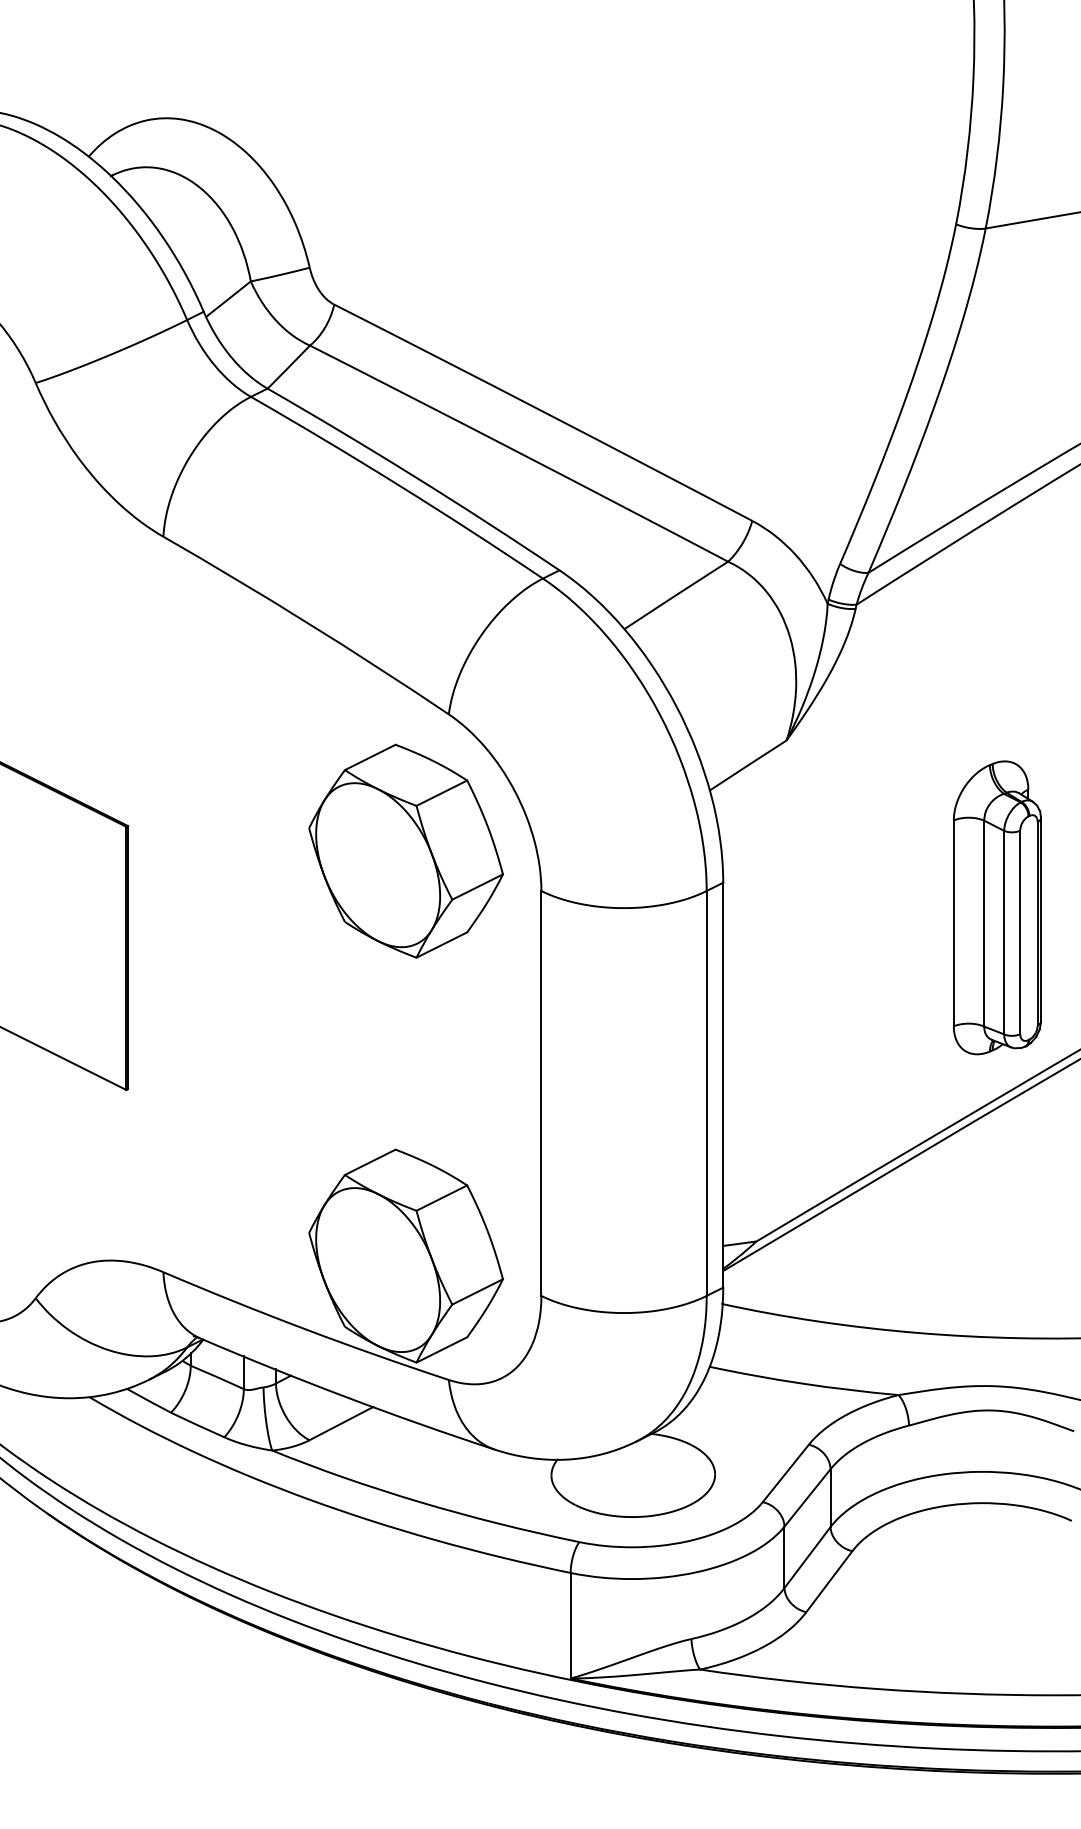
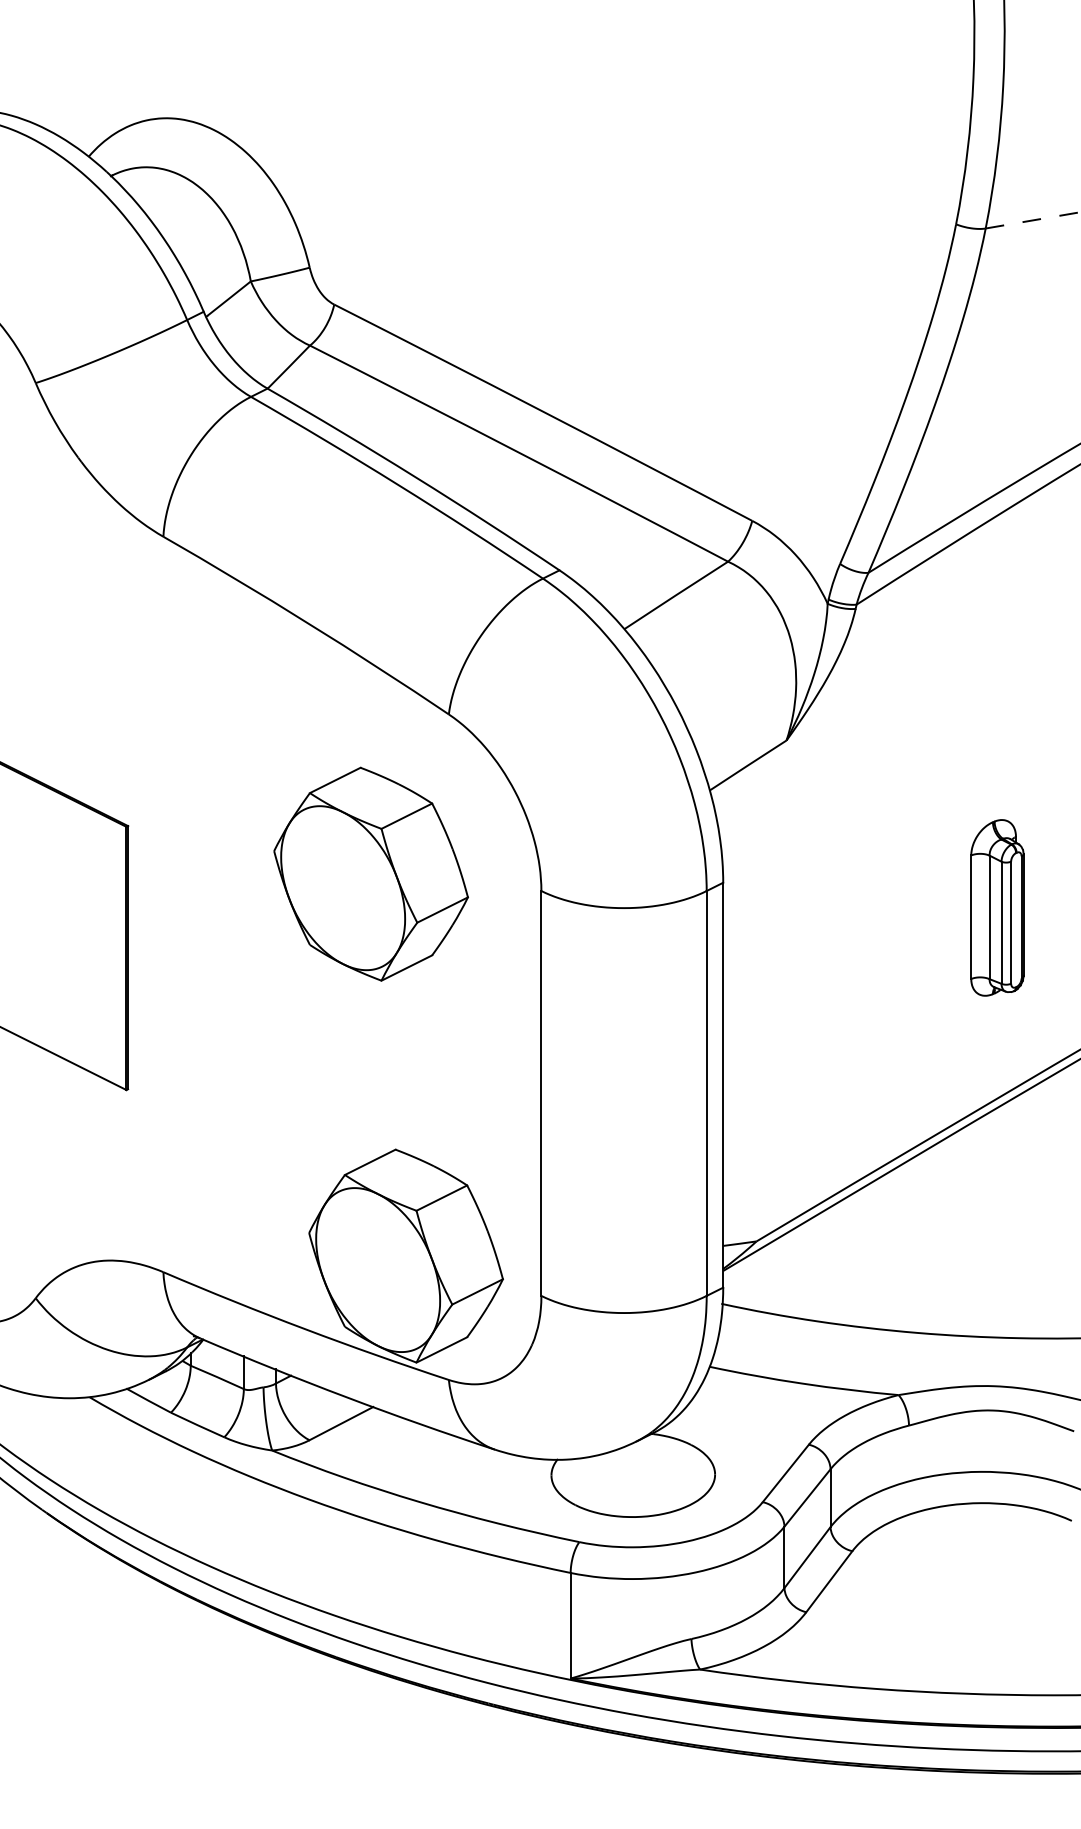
line at (1032, 220): solid -> dashed
part at (405, 850) position: (405, 850) -> (370, 873)
part at (997, 907) size: 89x296 px -> 55x178 px
